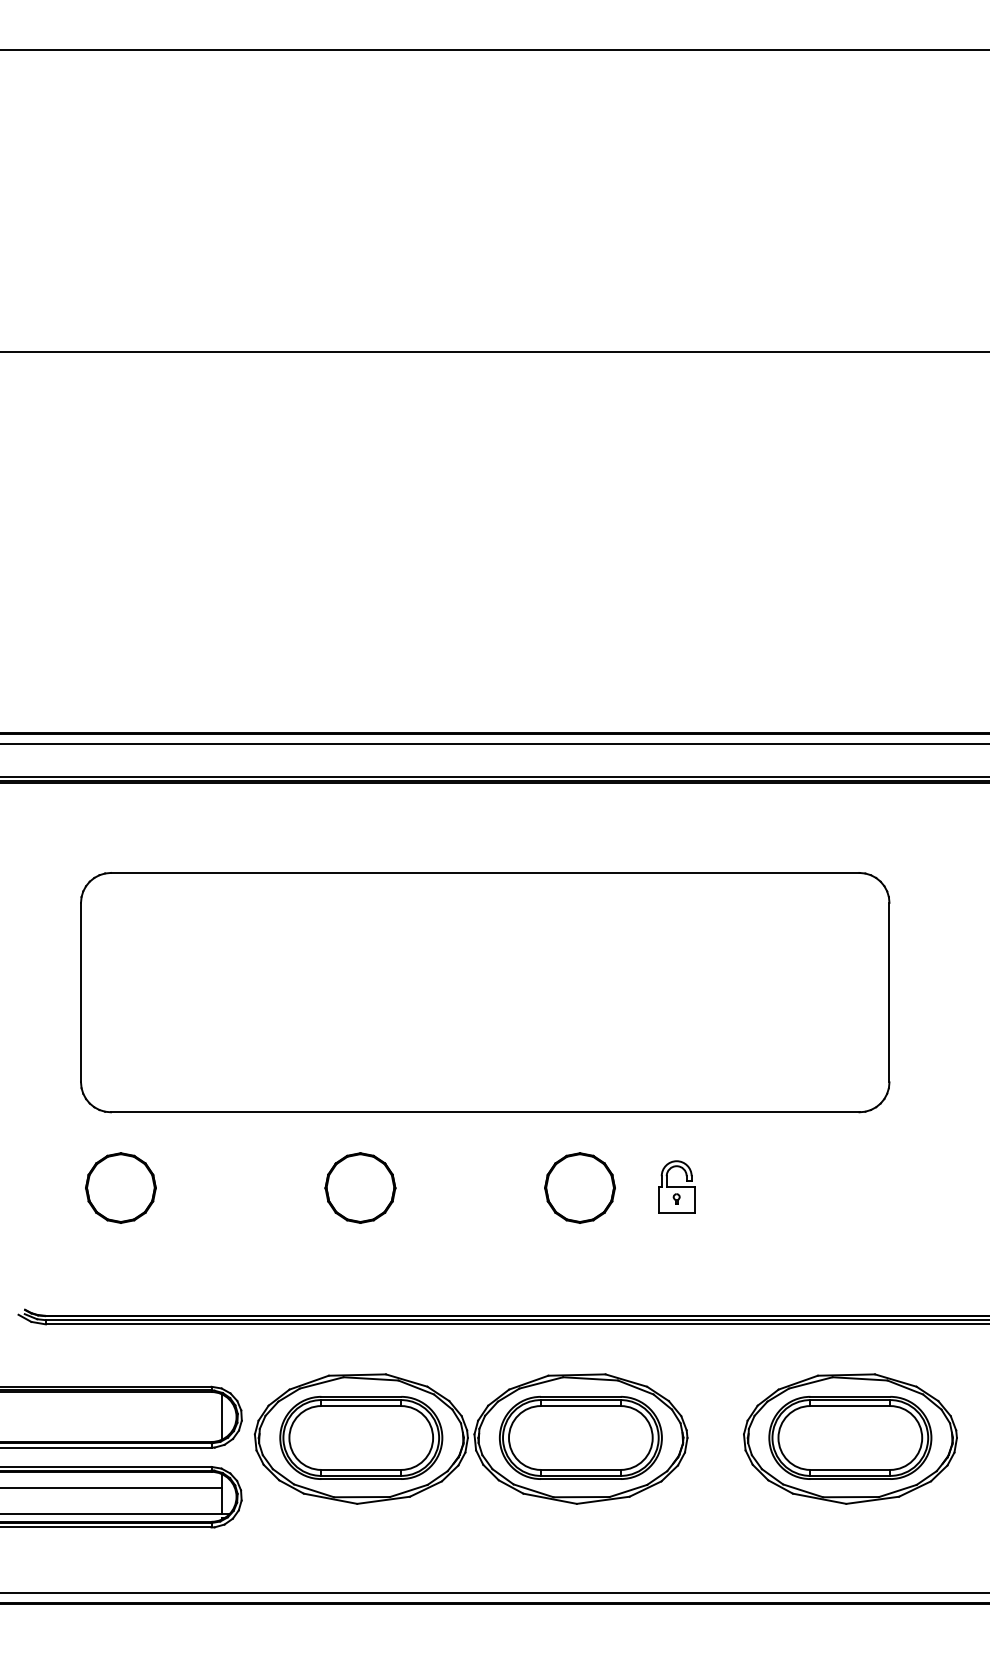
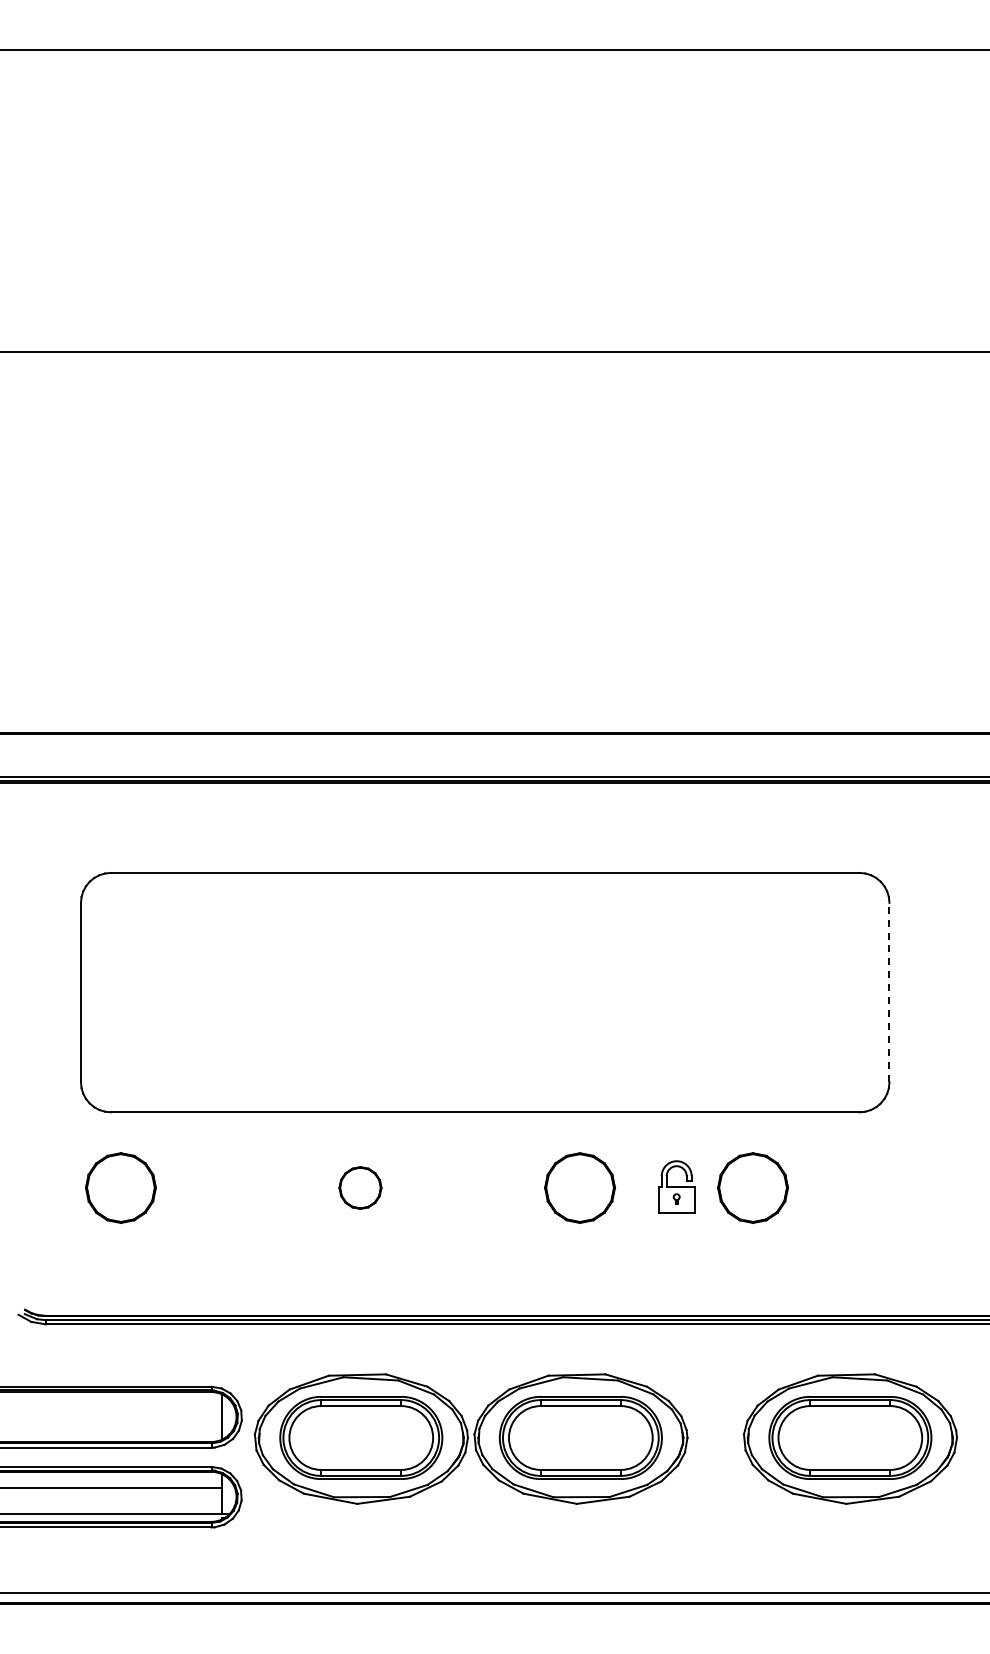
line at (494, 744): present -> none
line at (889, 992): solid -> dashed
part at (360, 1187) size: 73x72 px -> 45x44 px
part at (752, 1187): none -> present
